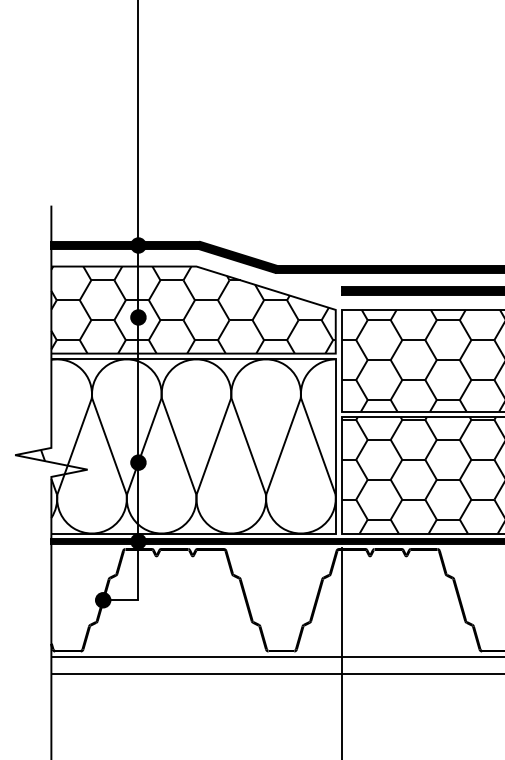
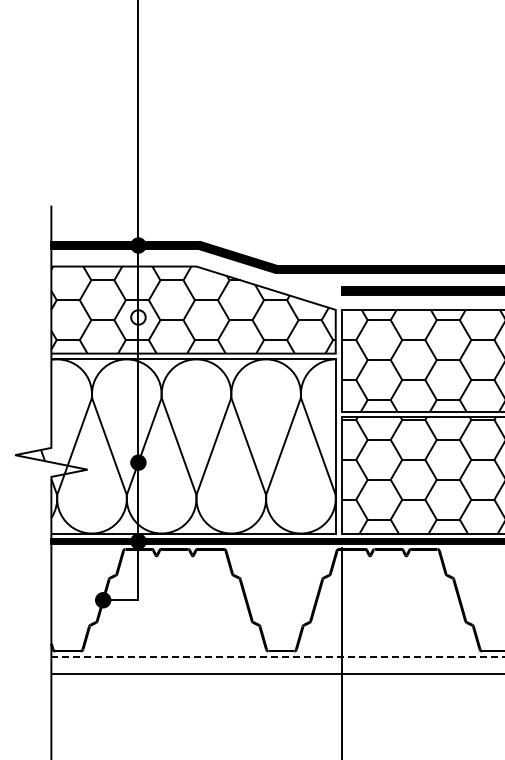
fill at (138, 317): present -> none
line at (278, 656): solid -> dashed
